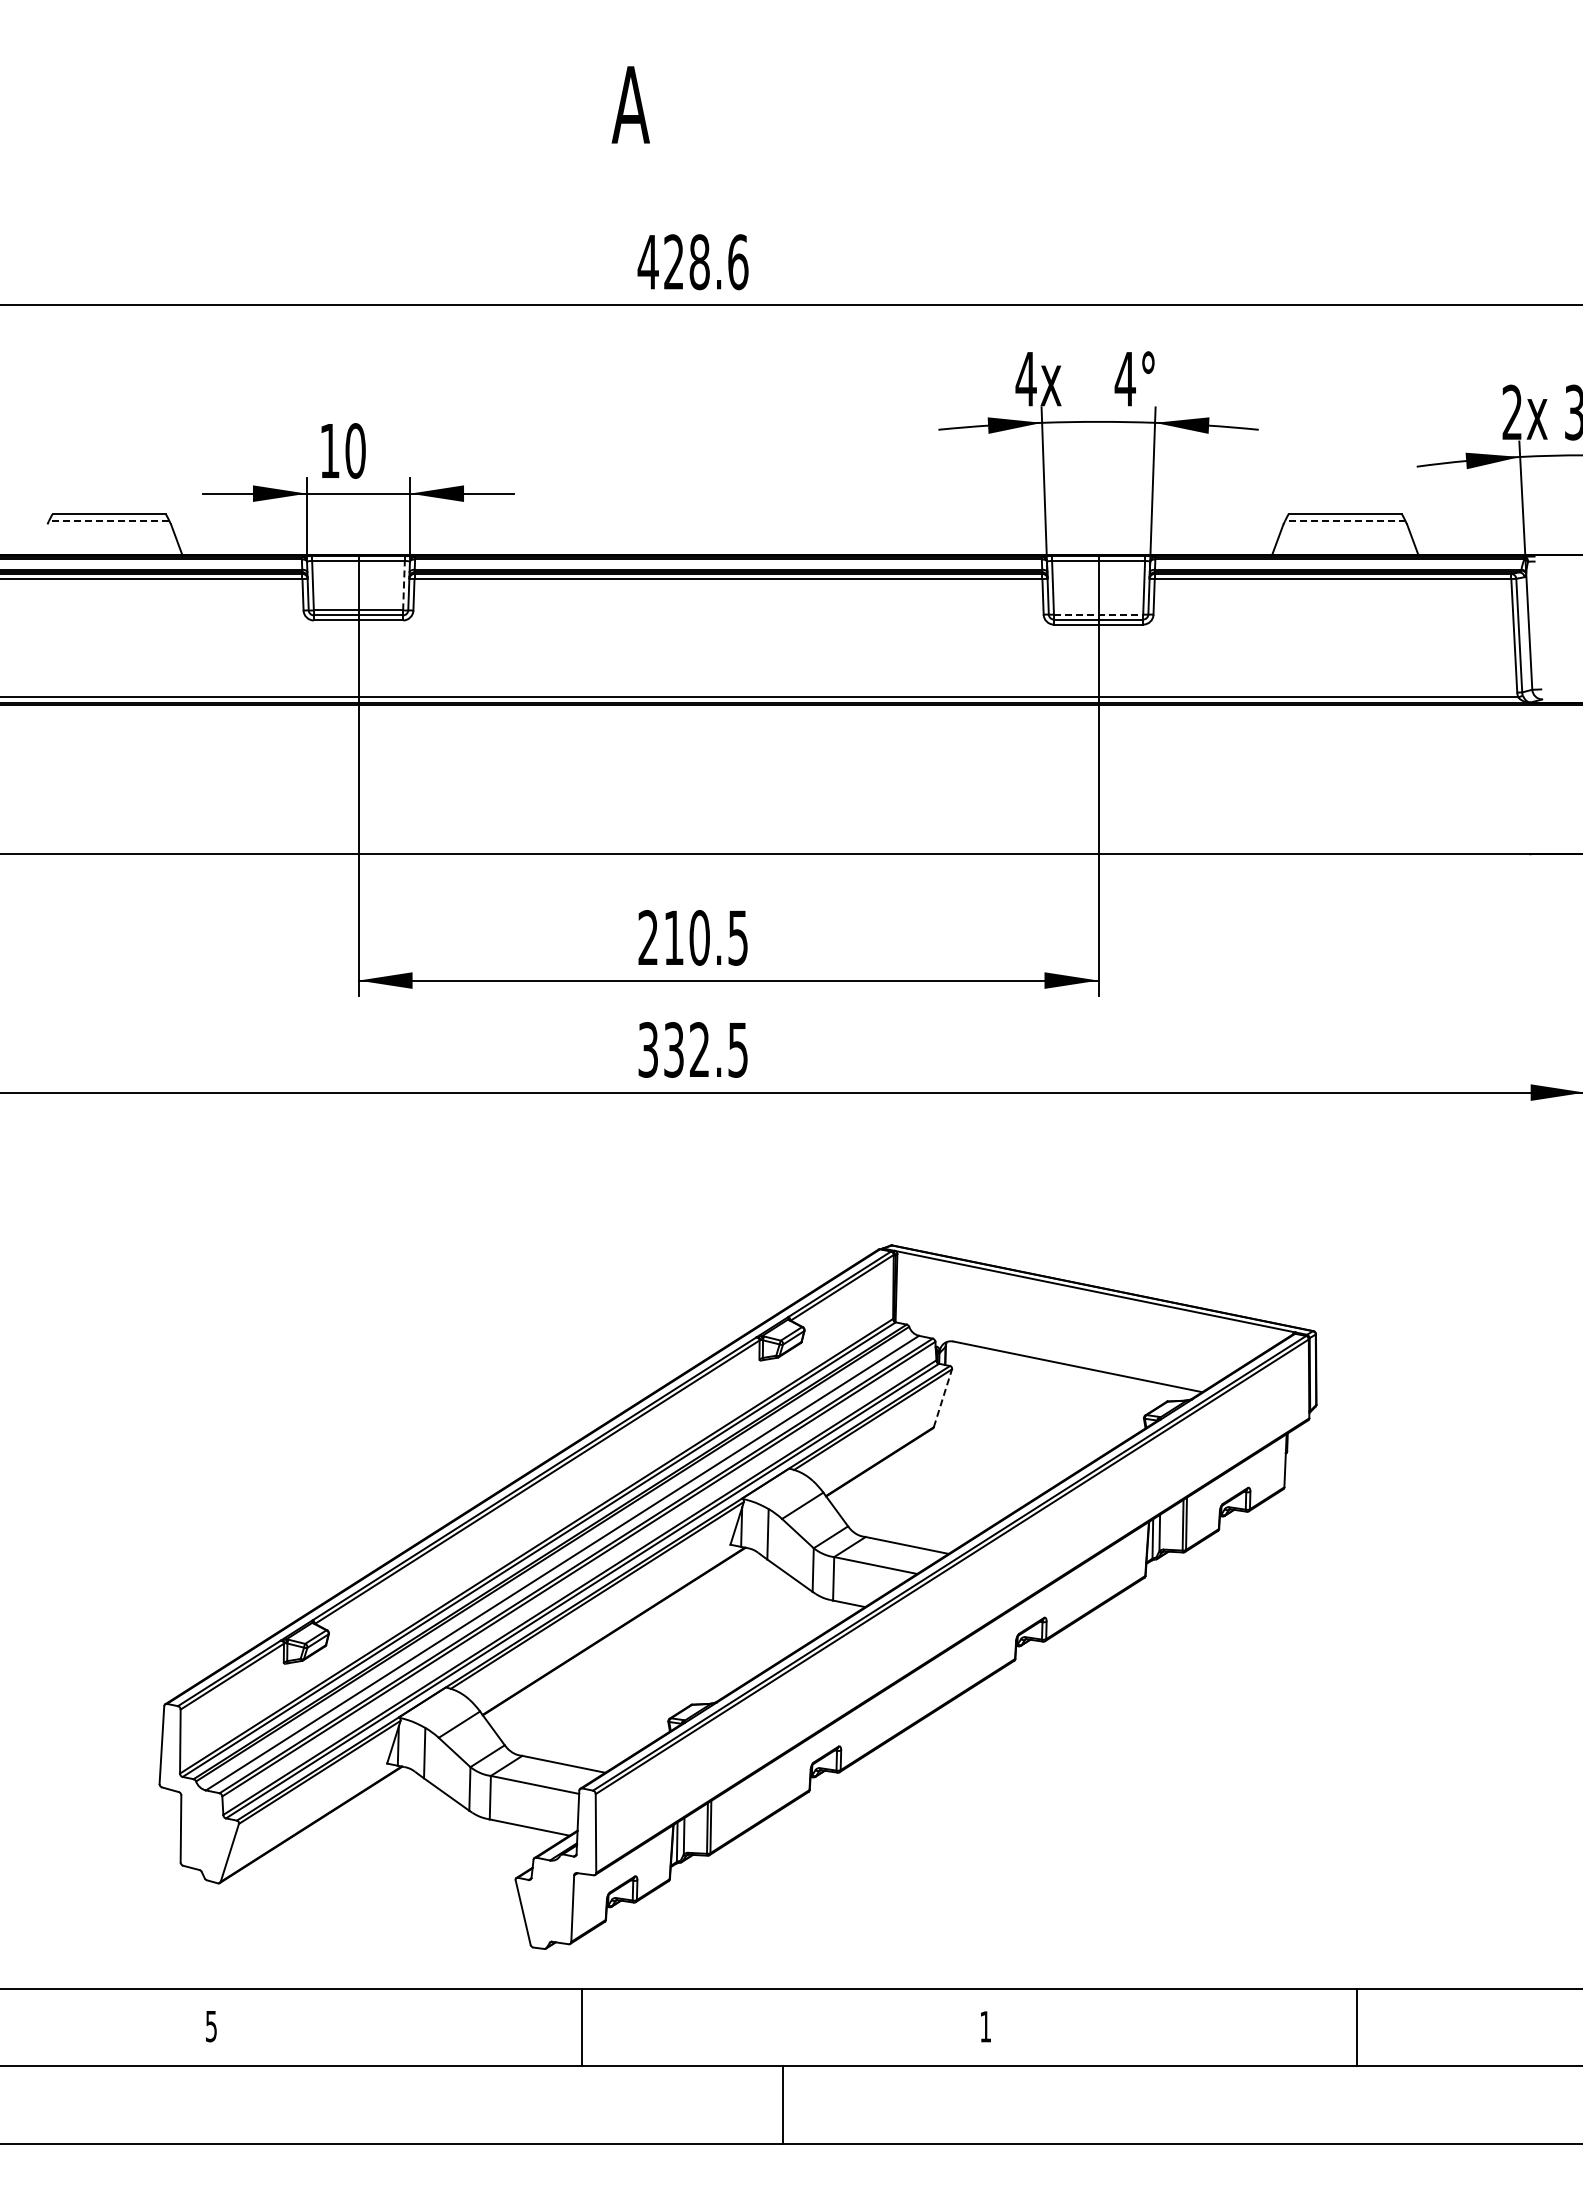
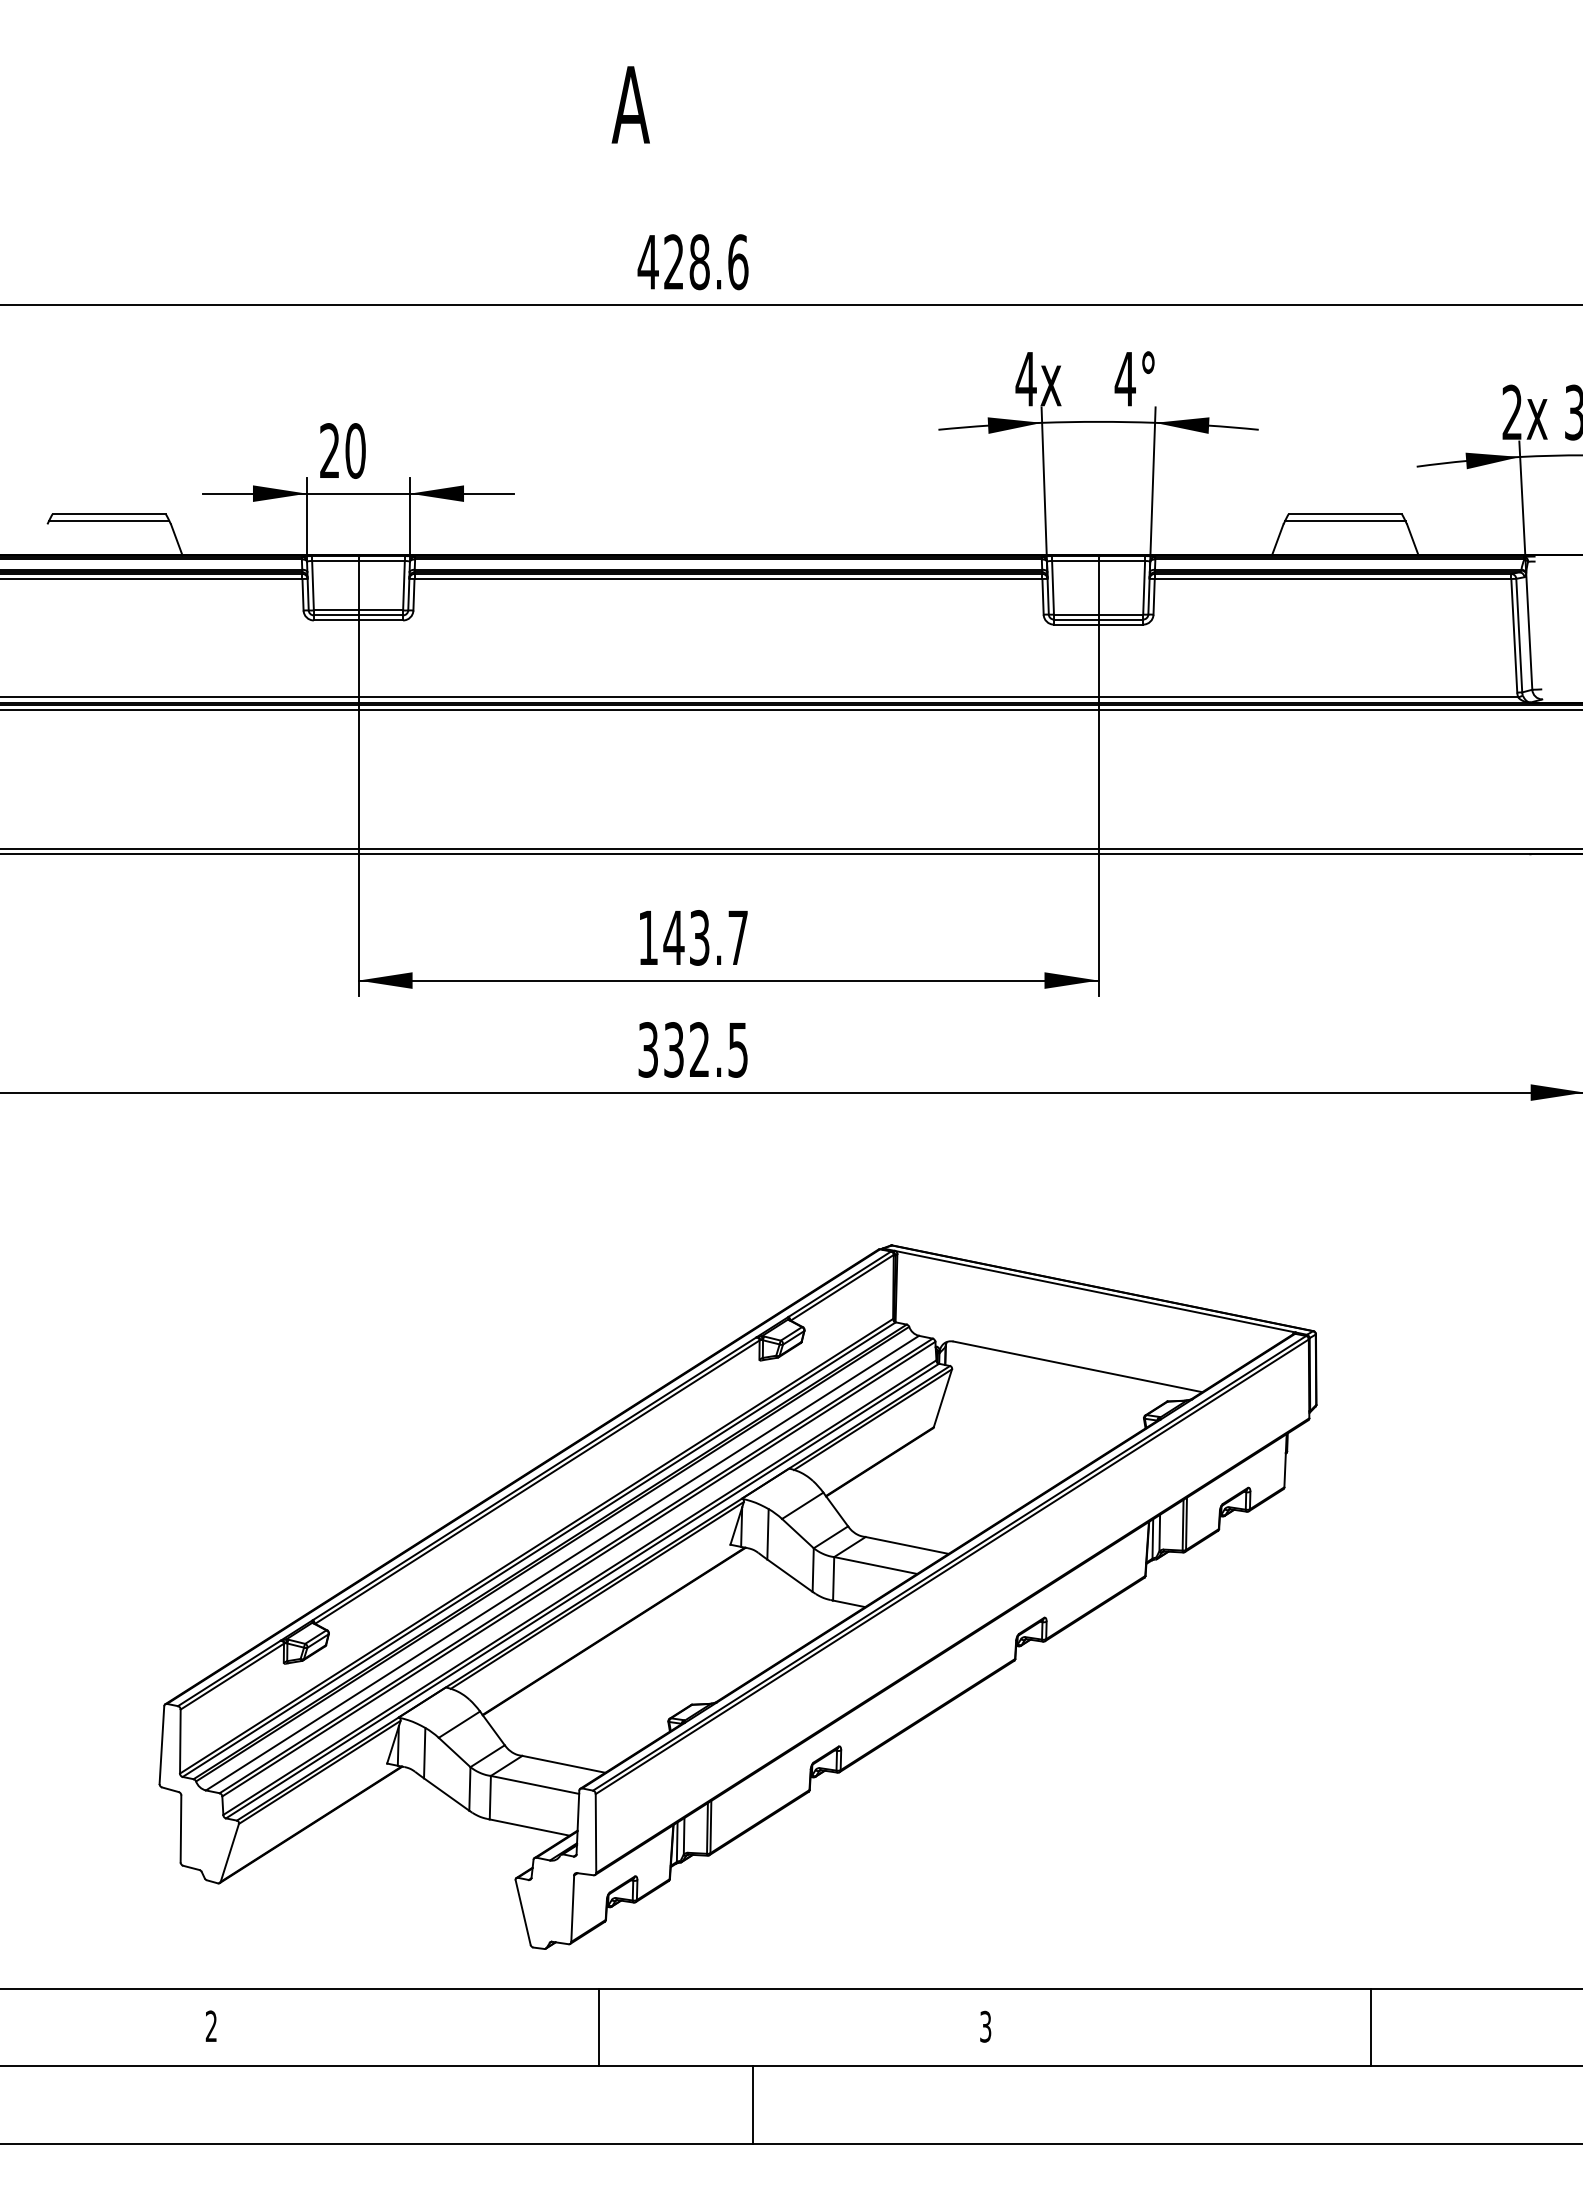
text at (329, 450): 10 -> 20
line at (108, 521): dashed -> solid
line at (1344, 521): dashed -> solid
line at (403, 585): dashed -> solid
line at (1098, 614): dashed -> solid
line at (790, 709): none -> present
line at (790, 849): none -> present
text at (692, 937): 210.5 -> 143.7
line at (943, 1397): dashed -> solid
text at (210, 2026): 5 -> 2
text at (985, 2026): 1 -> 3
line at (581, 2027) position: (581, 2027) -> (598, 2027)
line at (1357, 2027) position: (1357, 2027) -> (1371, 2027)
line at (783, 2104) position: (783, 2104) -> (753, 2104)
